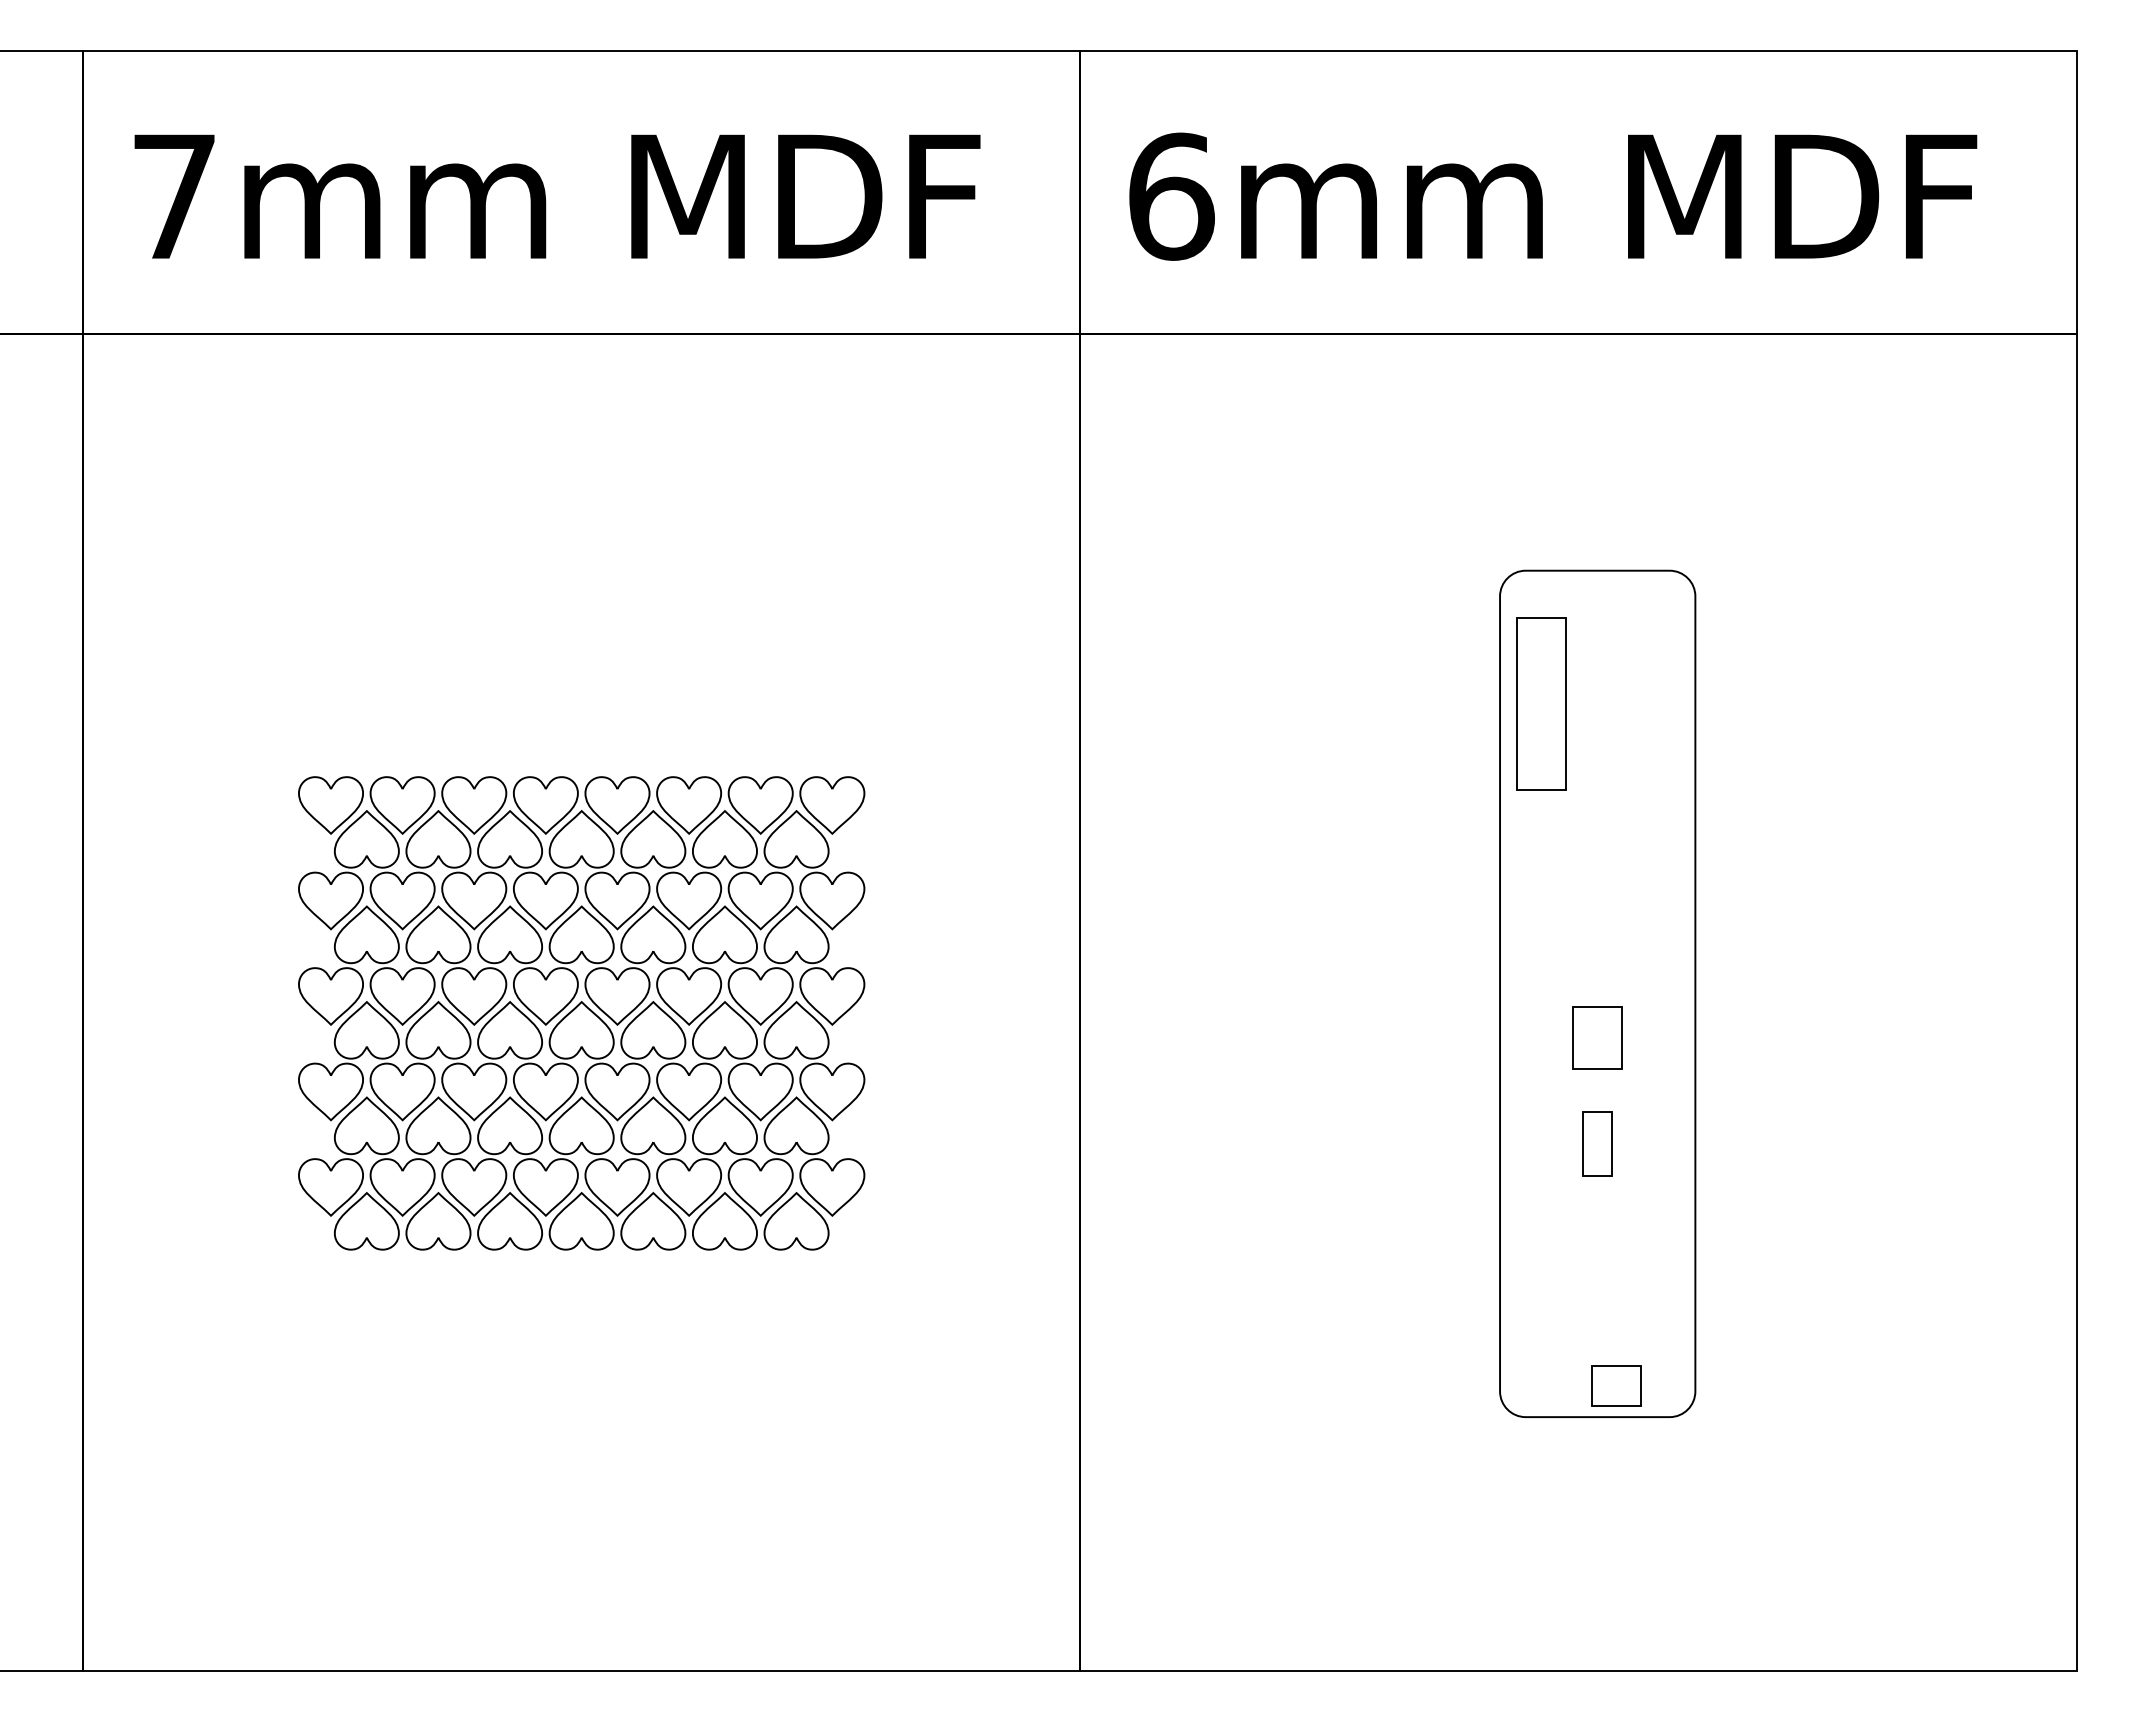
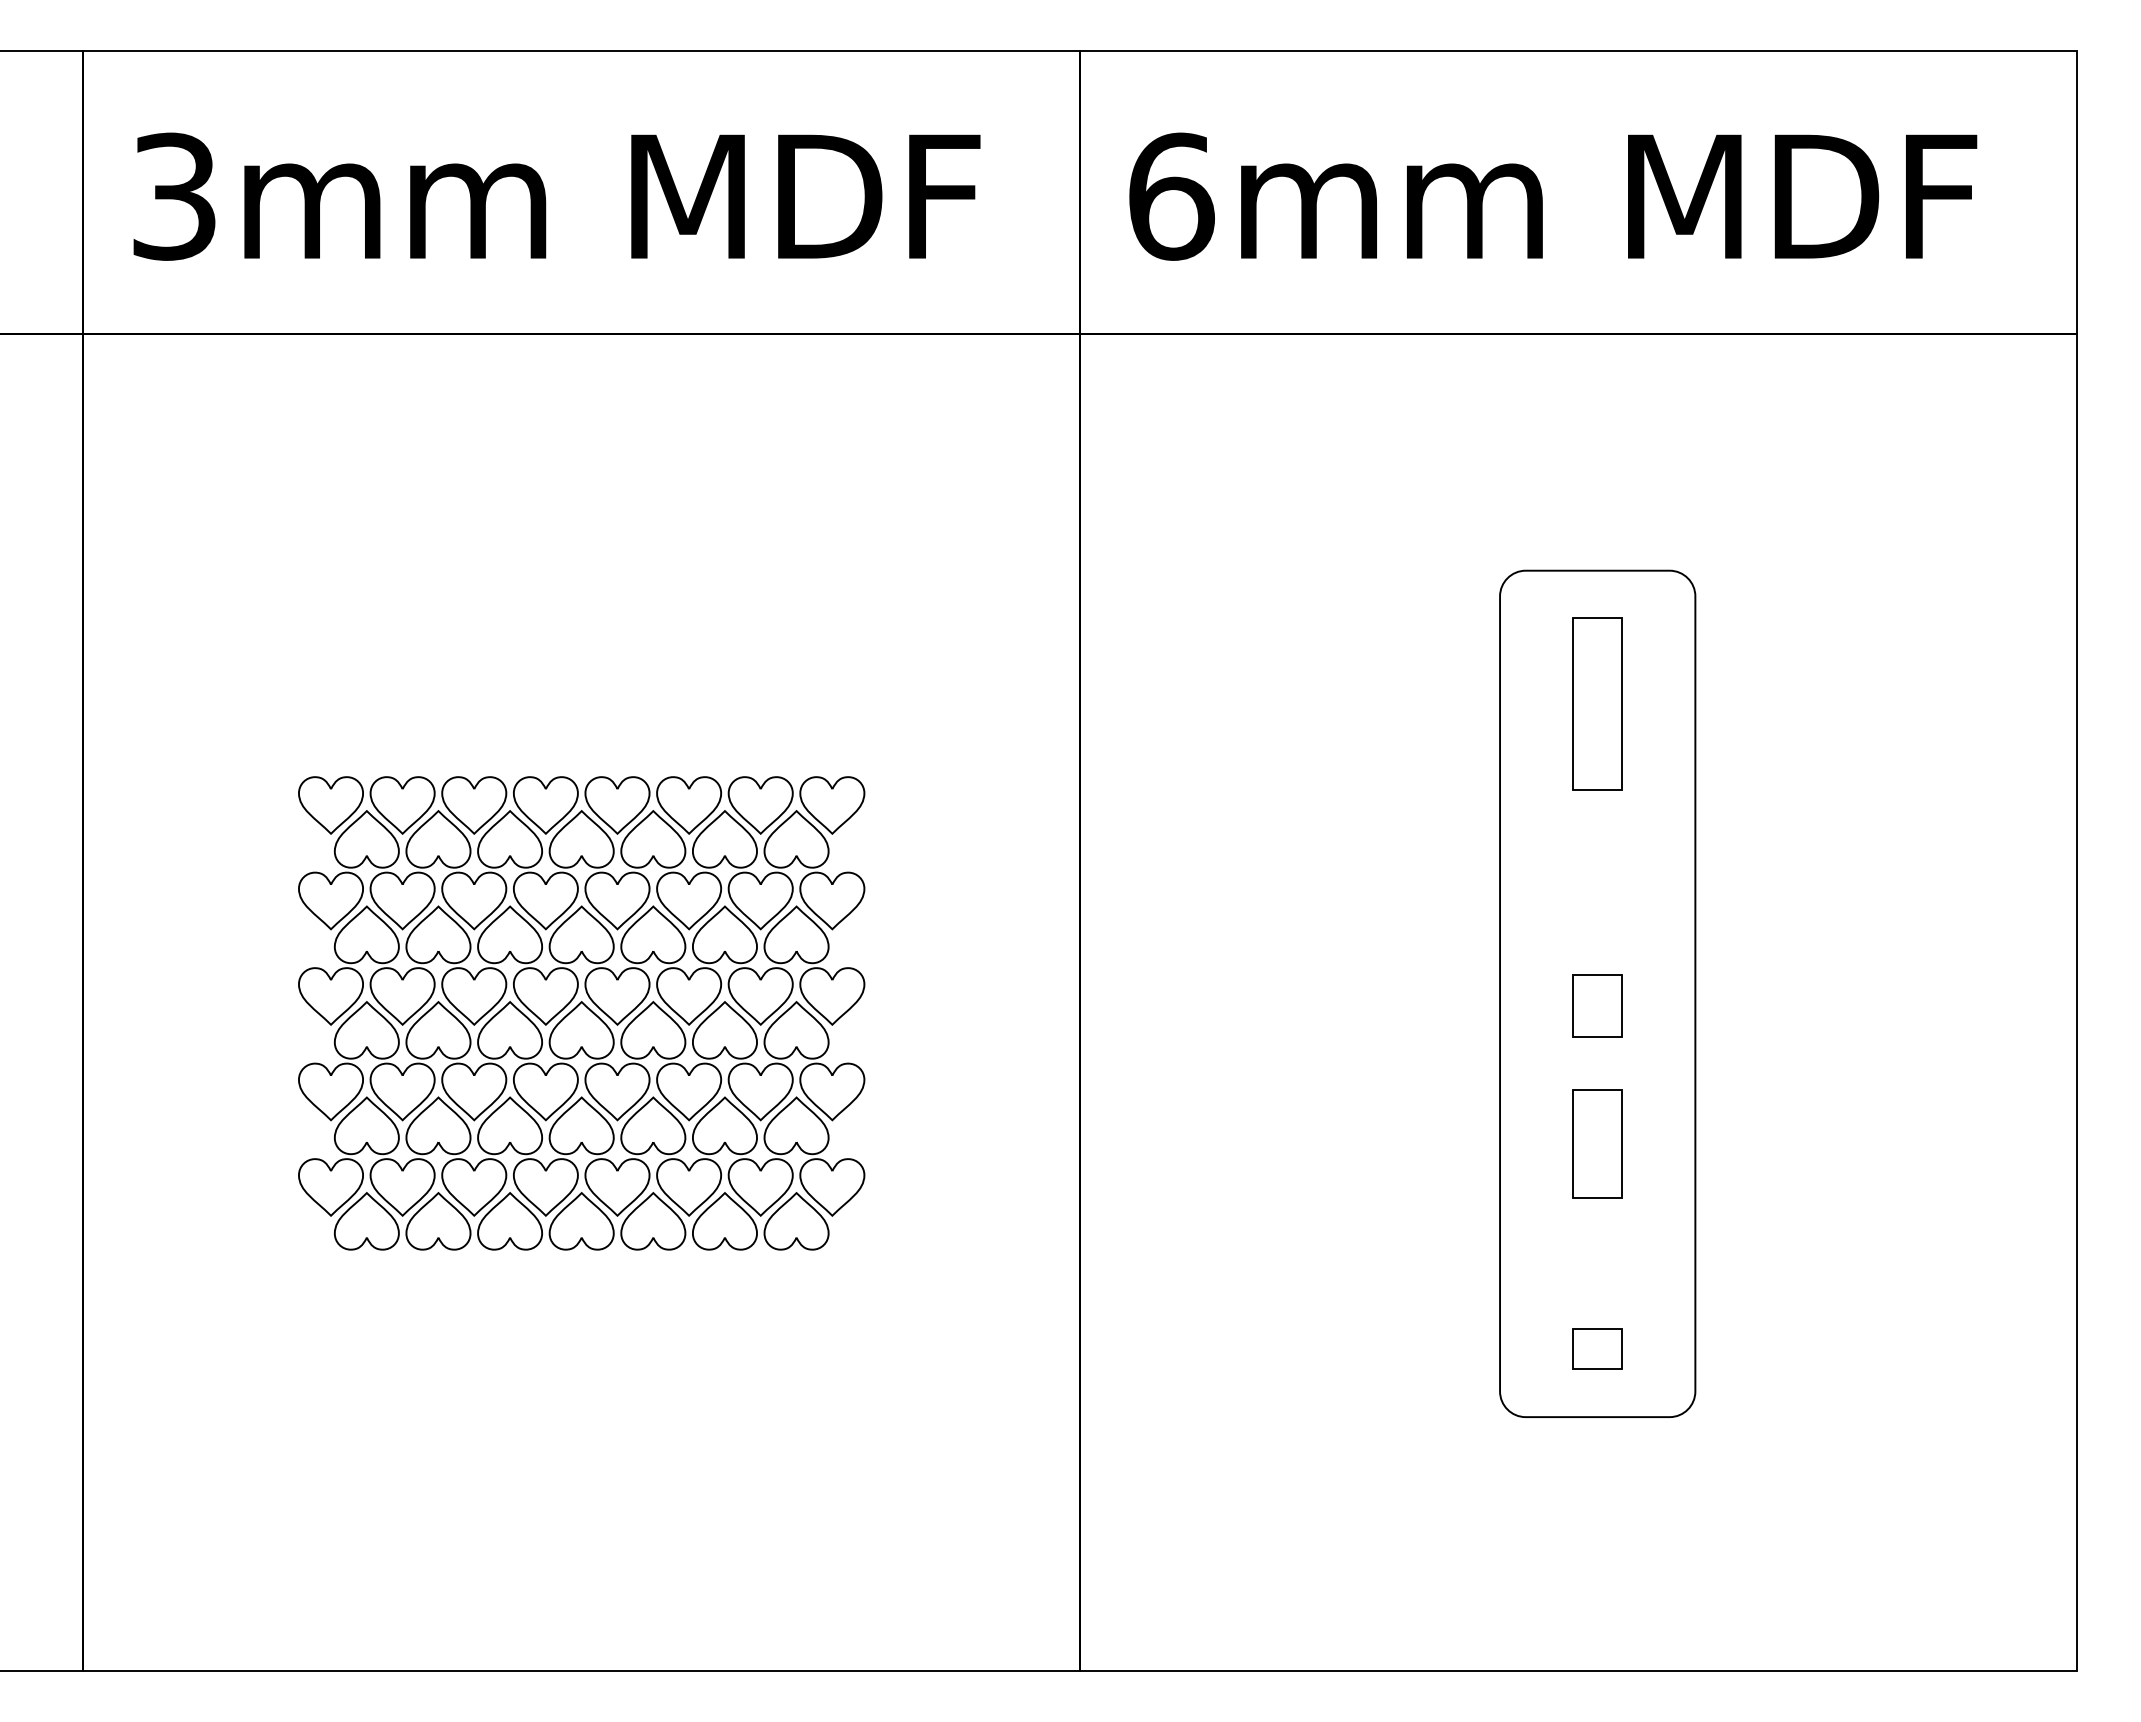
text at (174, 196): 7mm -> 3mm
part at (1541, 703) position: (1541, 703) -> (1597, 703)
part at (1597, 1037) position: (1597, 1037) -> (1597, 1005)
part at (1597, 1143) size: 31x66 px -> 51x110 px
part at (1616, 1385) position: (1616, 1385) -> (1597, 1348)
